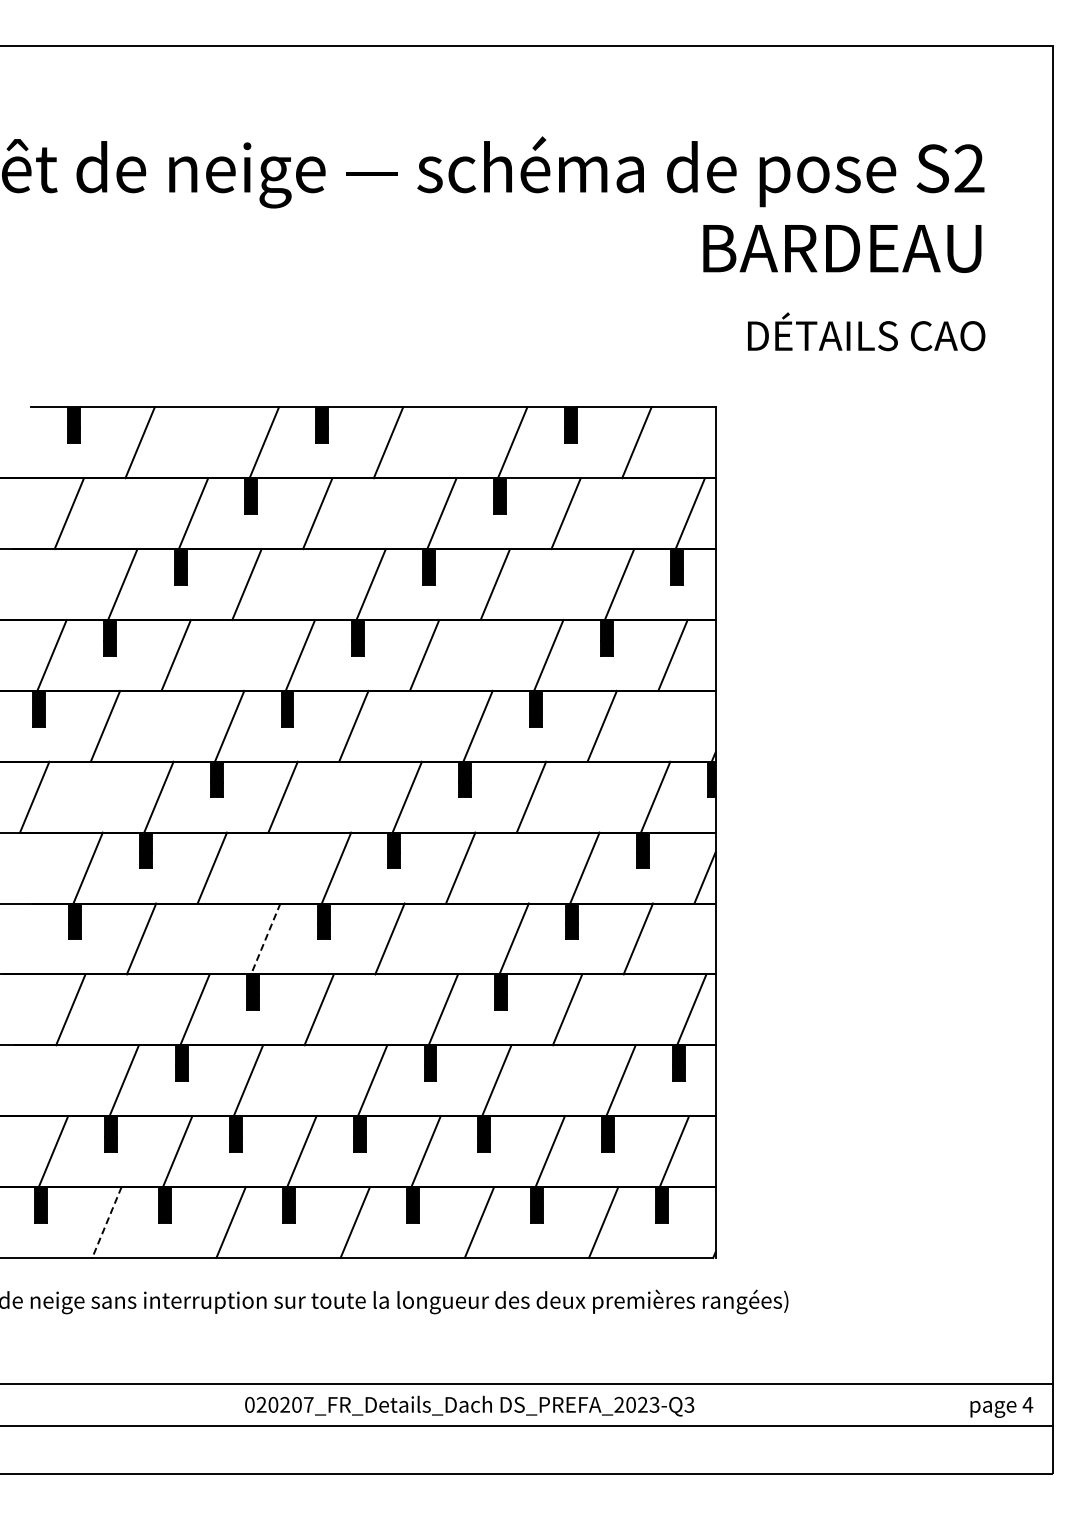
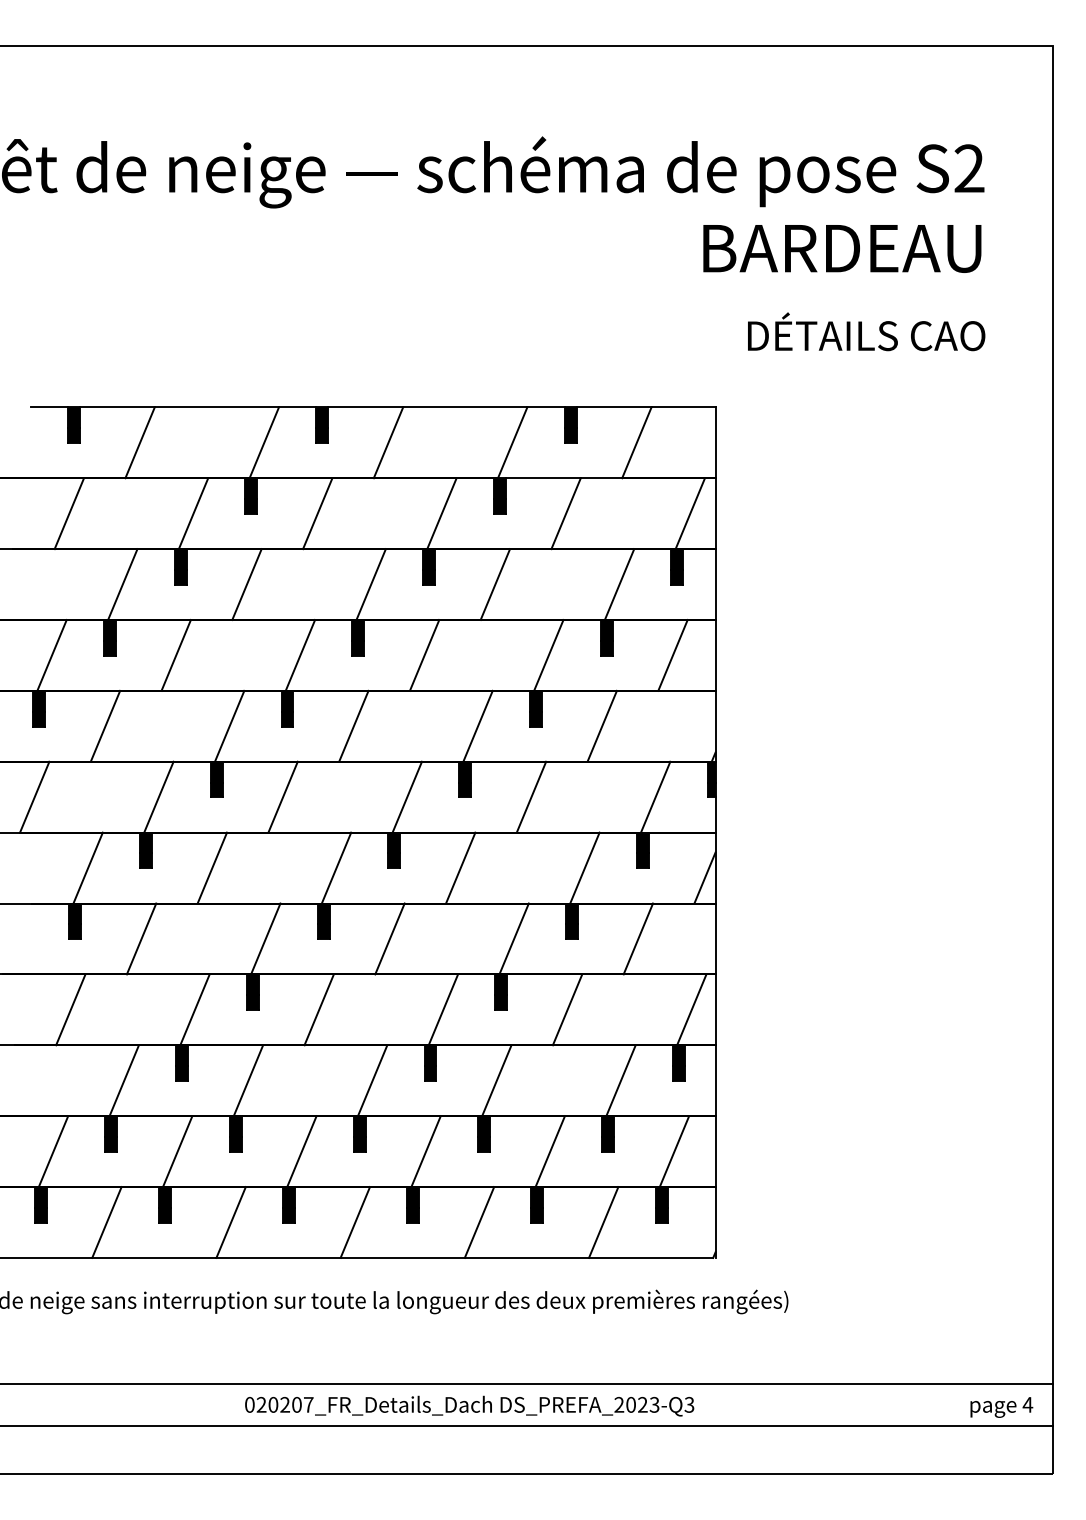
line at (265, 939): dashed -> solid
line at (106, 1222): dashed -> solid
